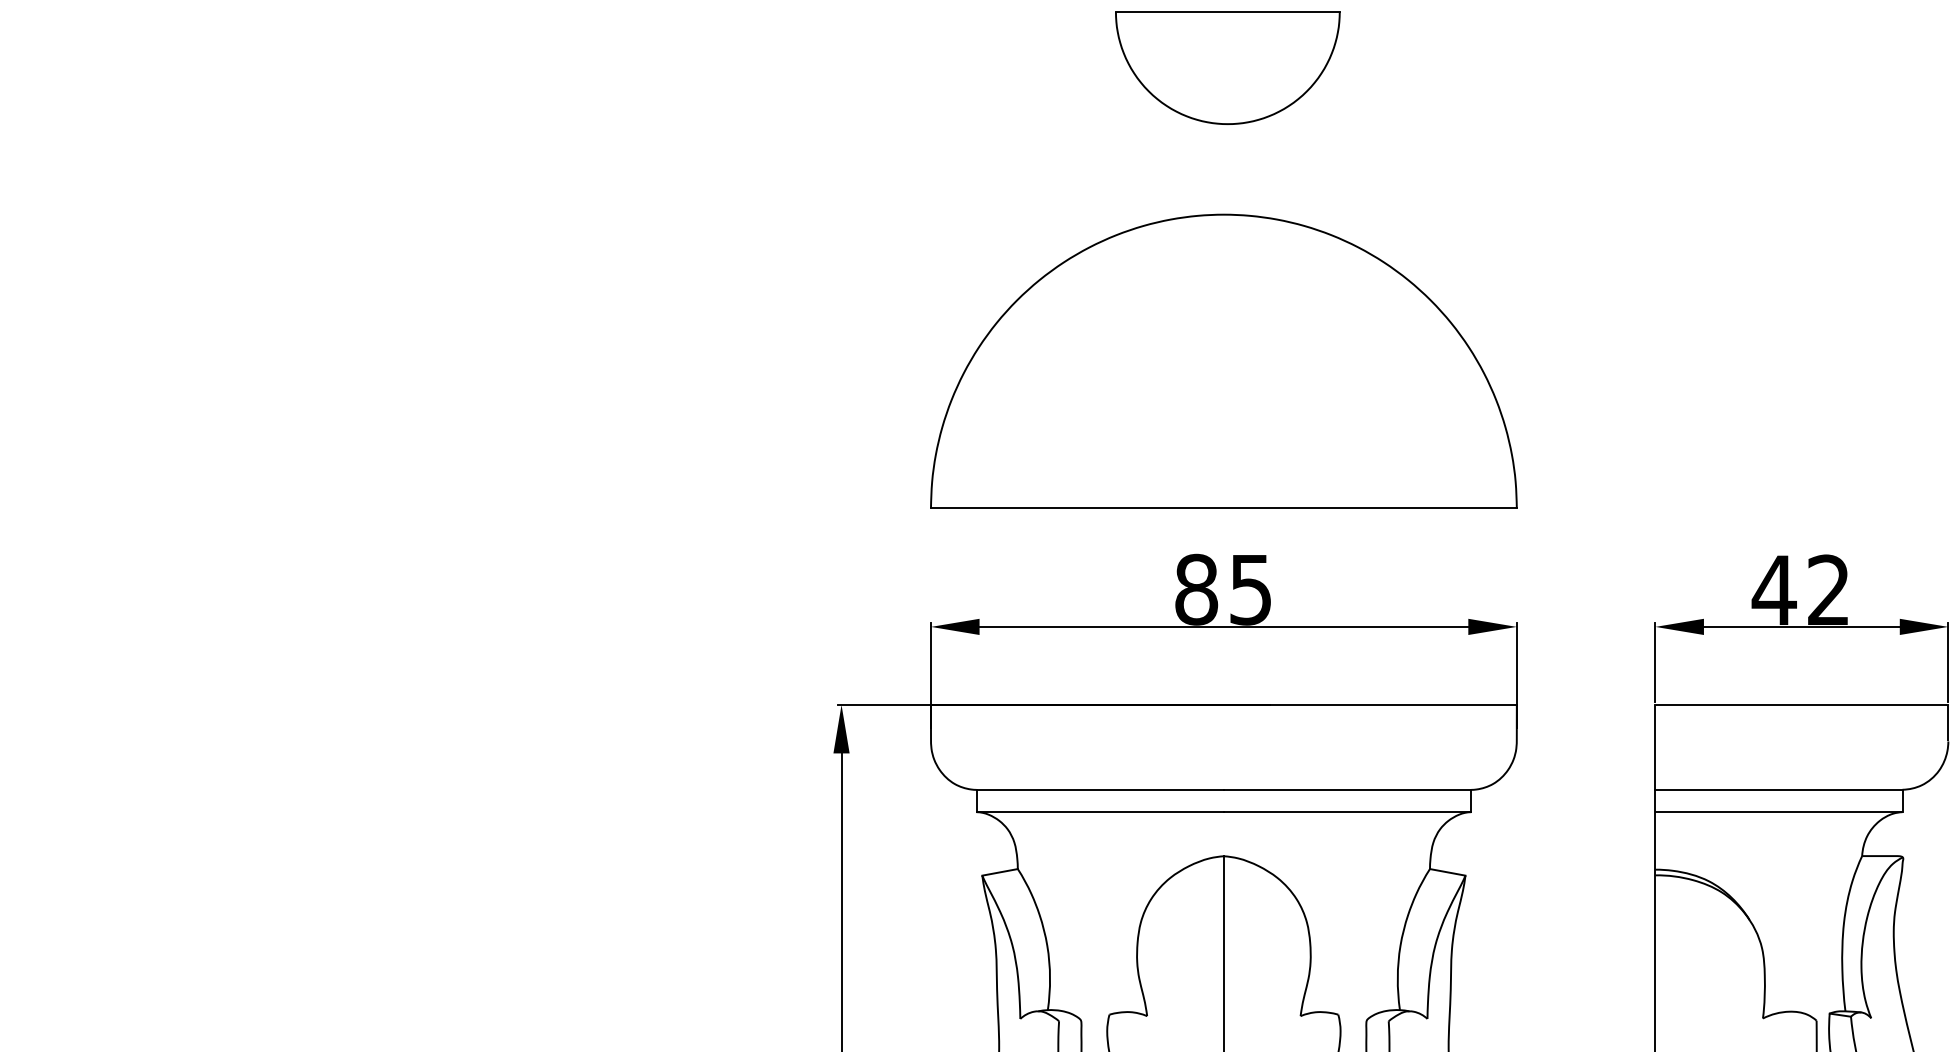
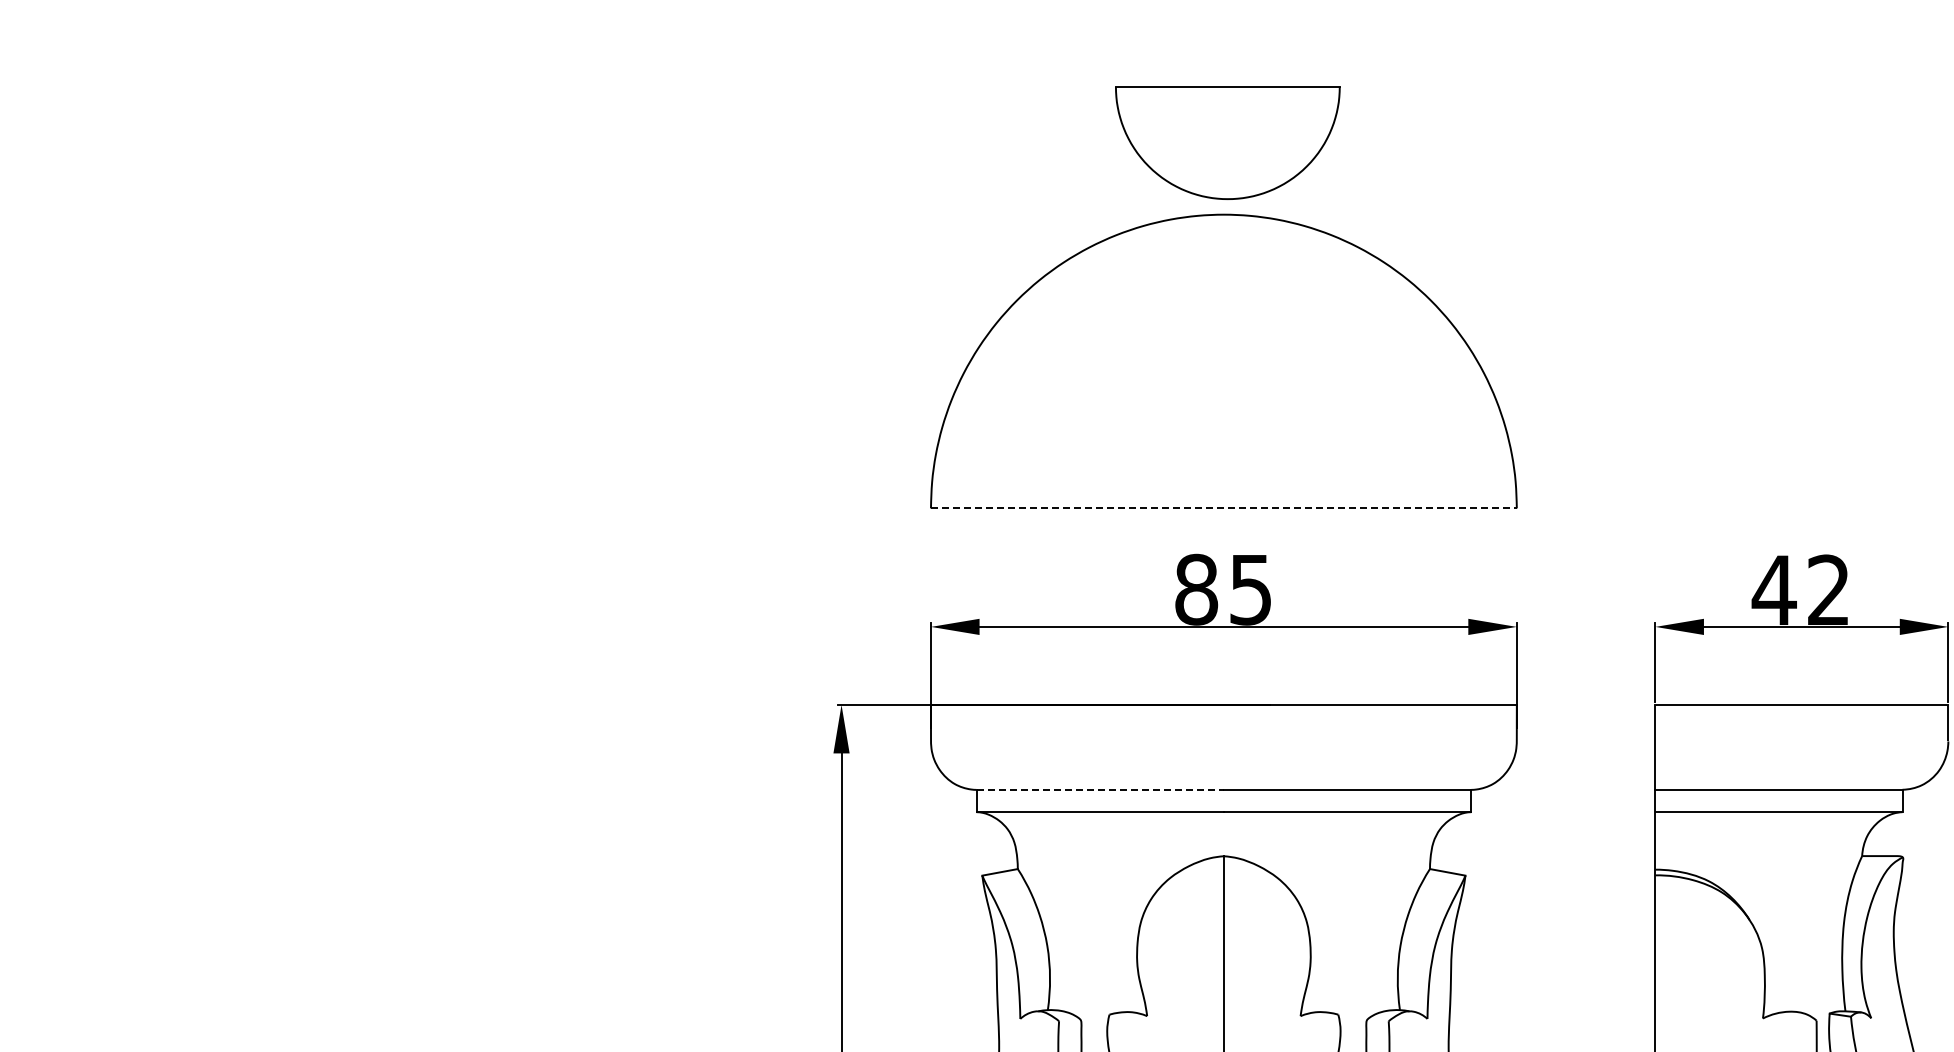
part at (1227, 67) position: (1227, 67) -> (1227, 142)
line at (1223, 508): solid -> dashed
line at (1100, 789): solid -> dashed
